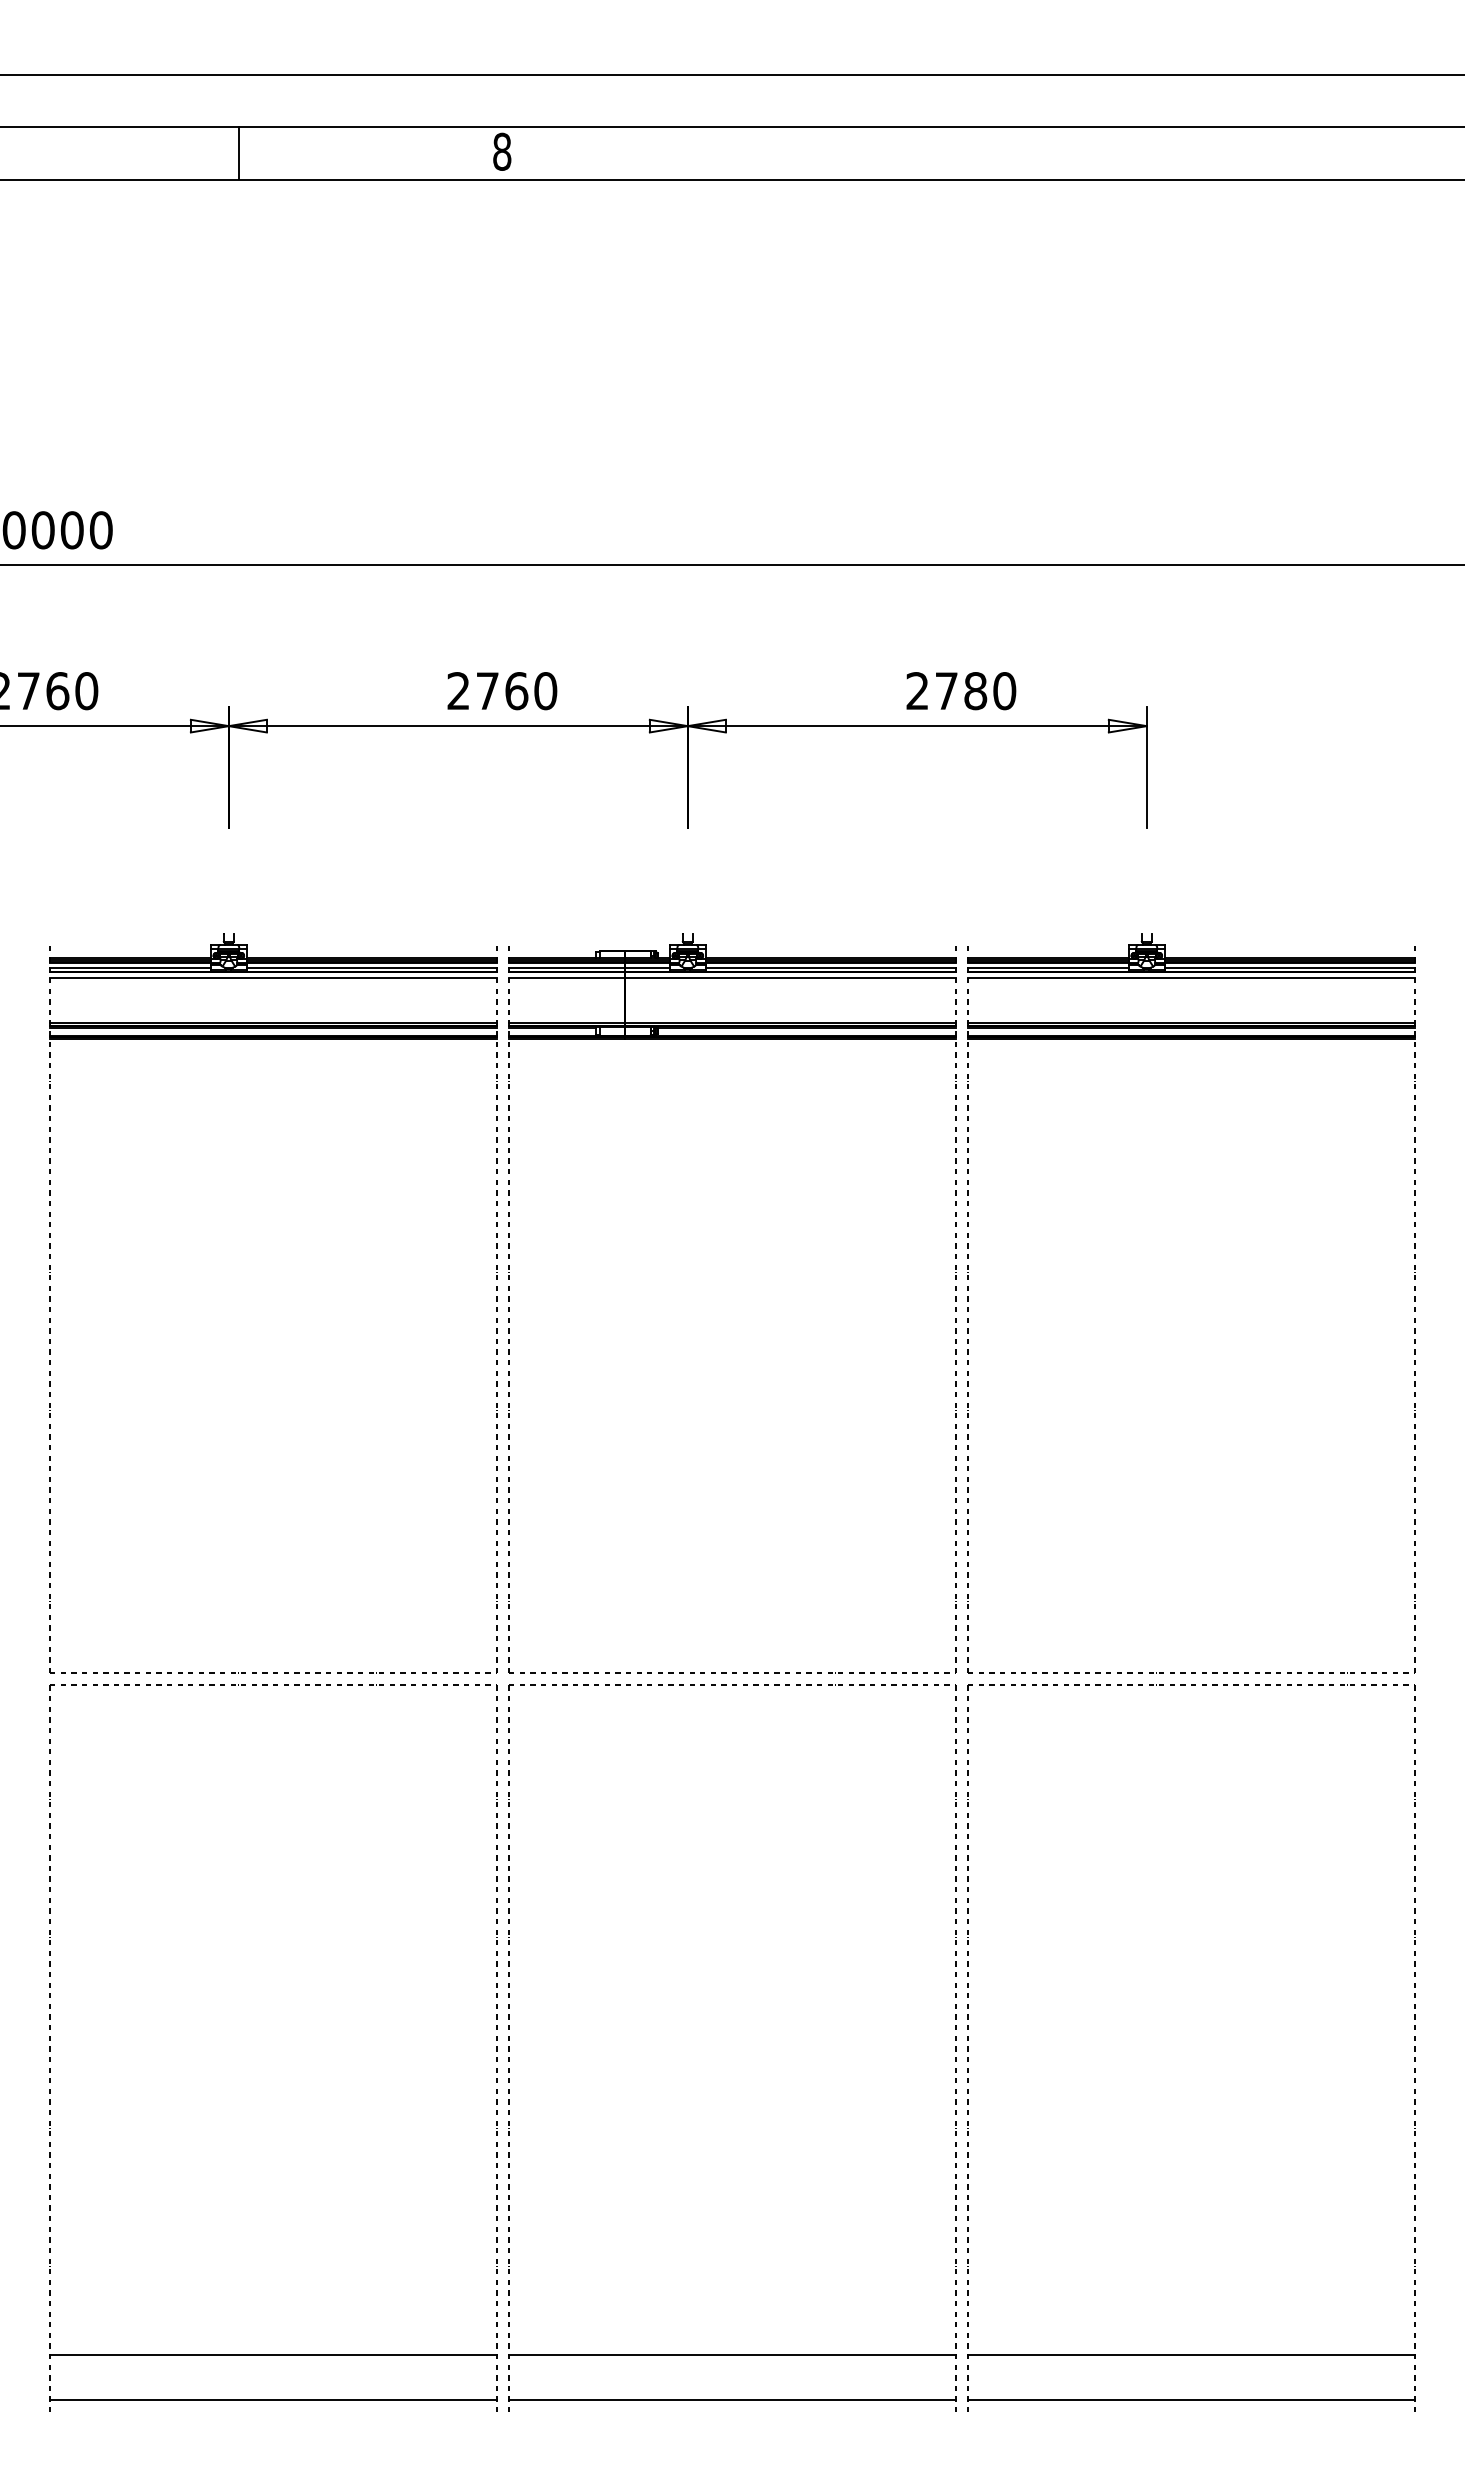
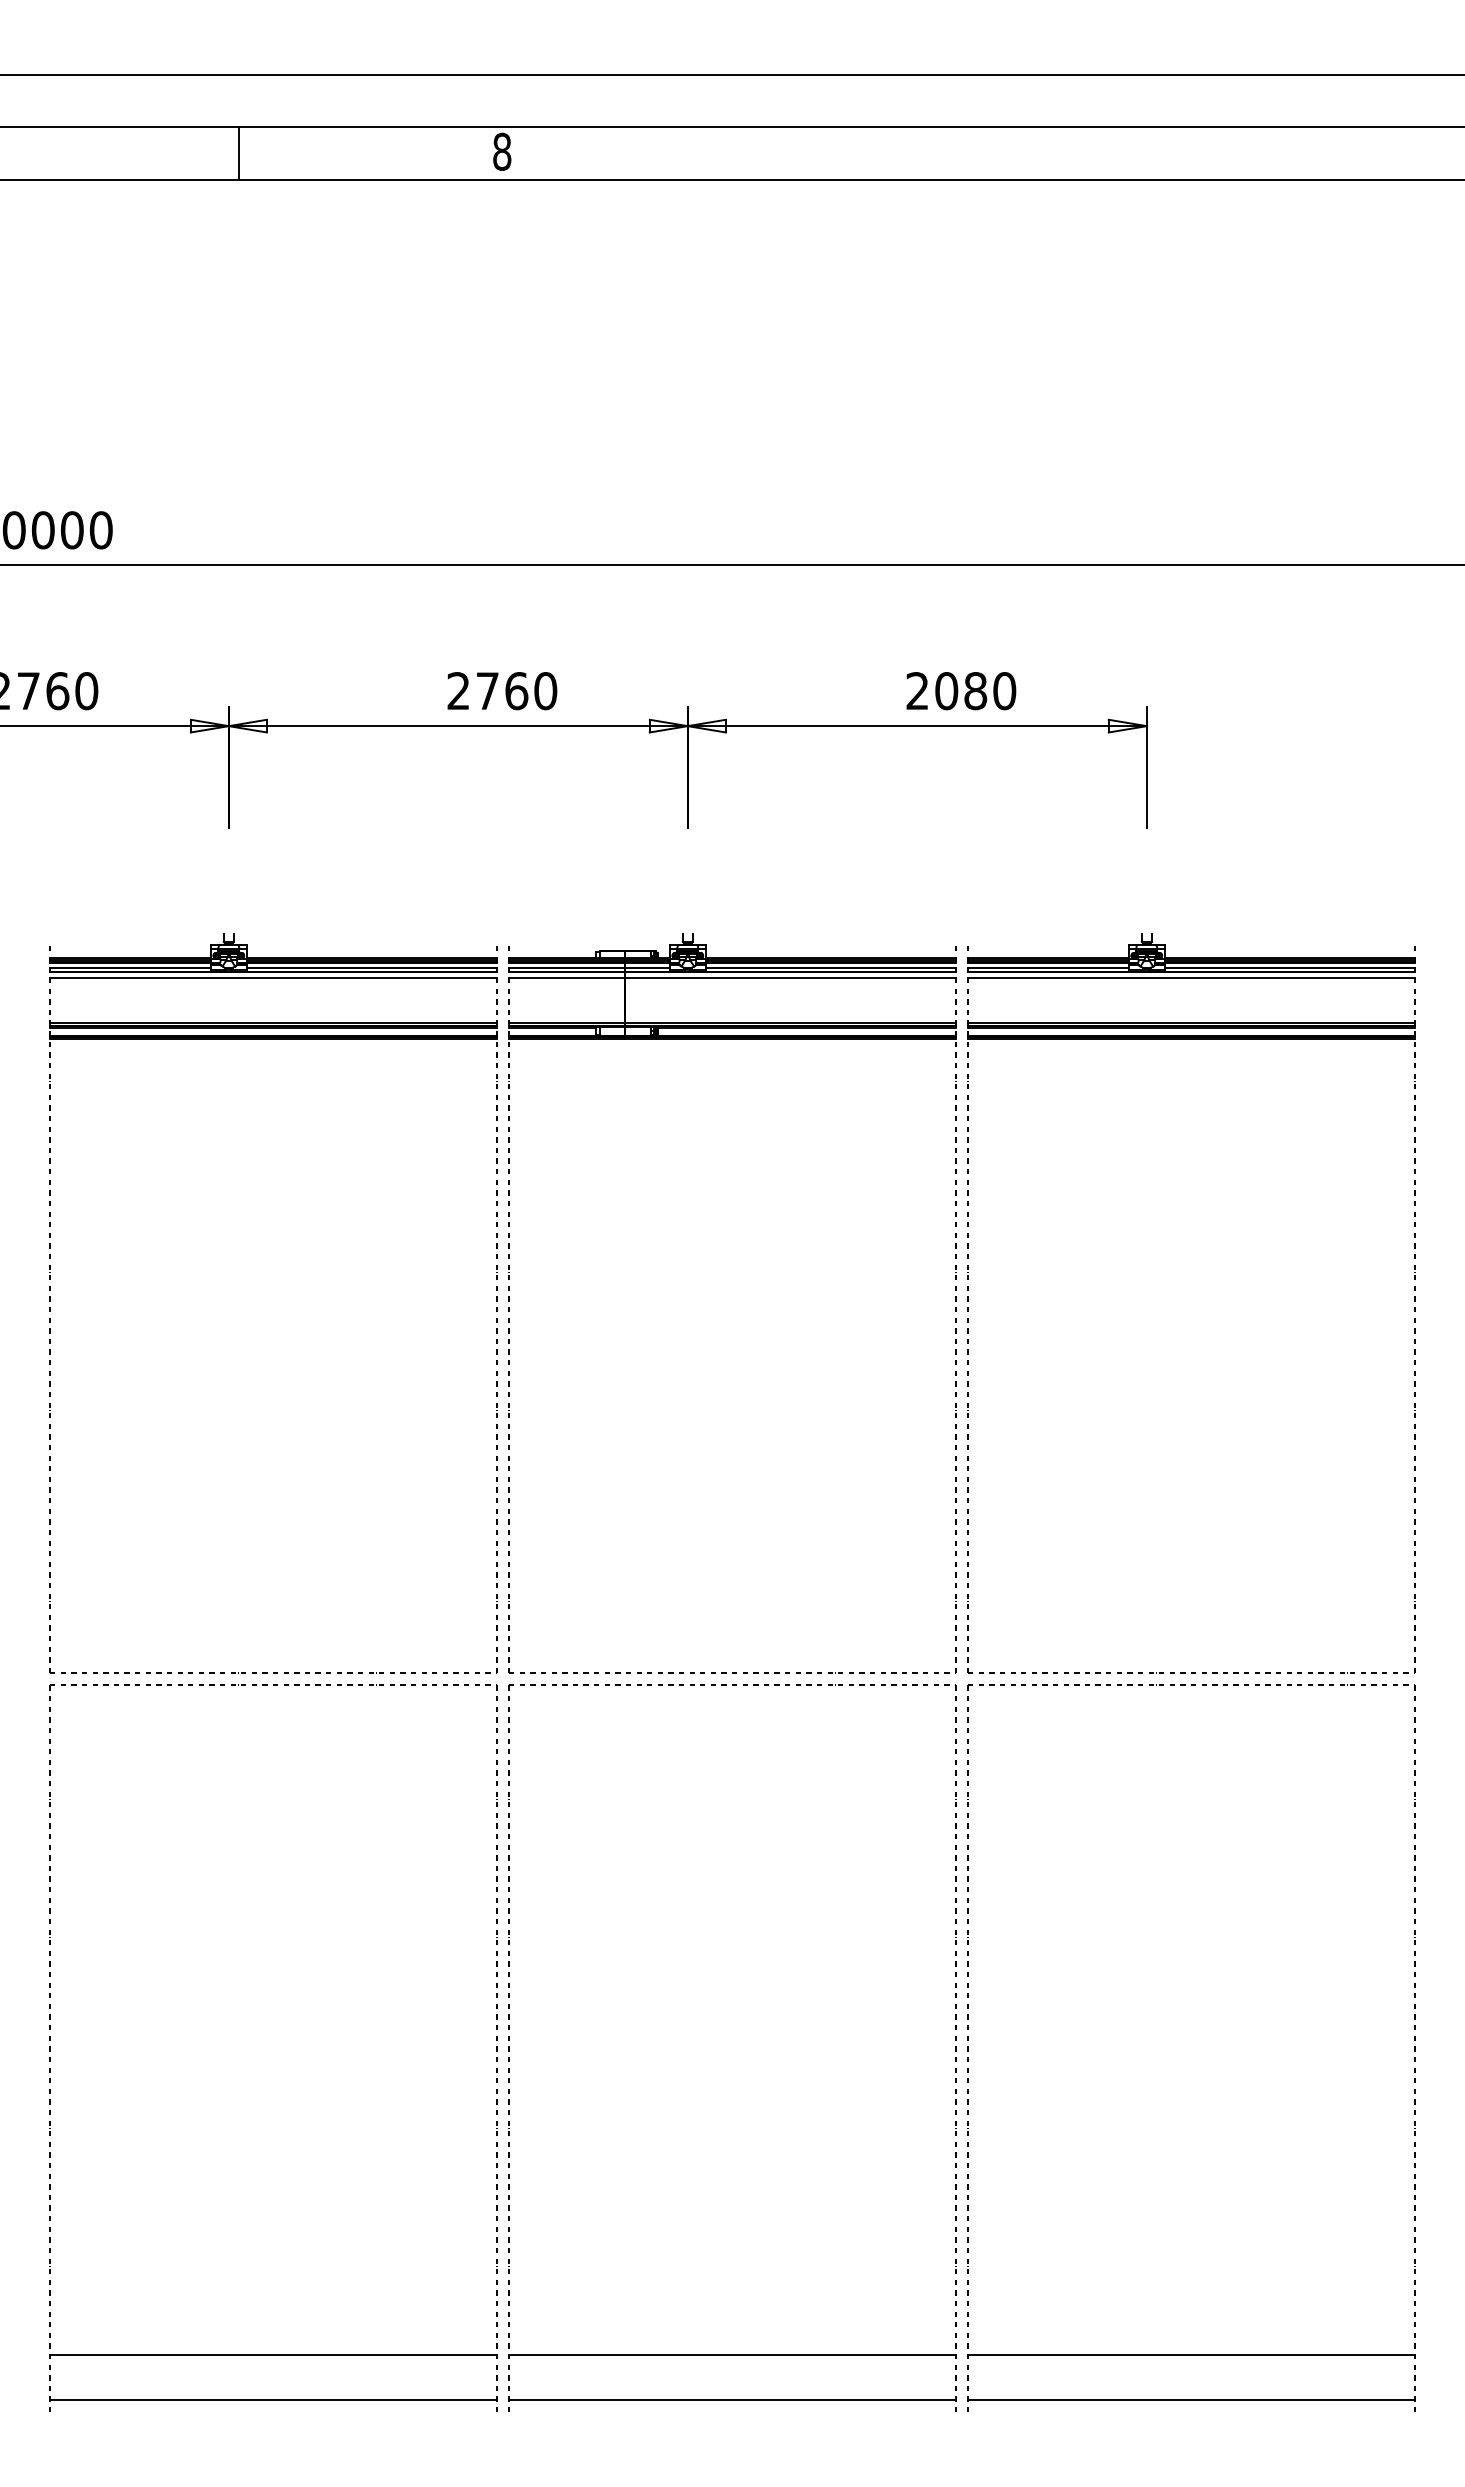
text at (946, 691): 2780 -> 2080
